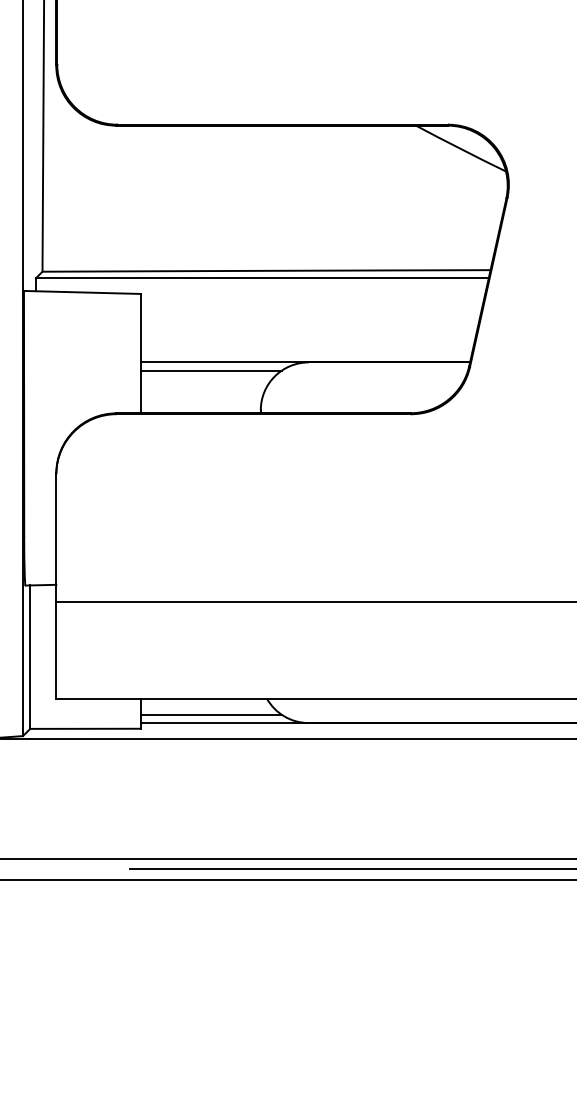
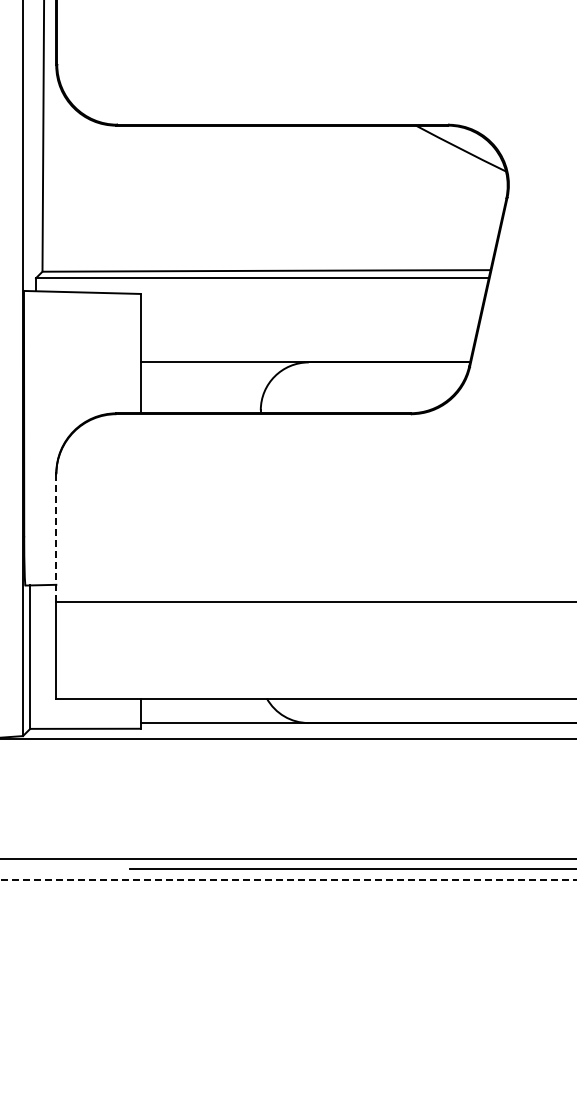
line at (210, 370): present -> none
line at (56, 538): solid -> dashed
line at (210, 714): present -> none
line at (288, 879): solid -> dashed
